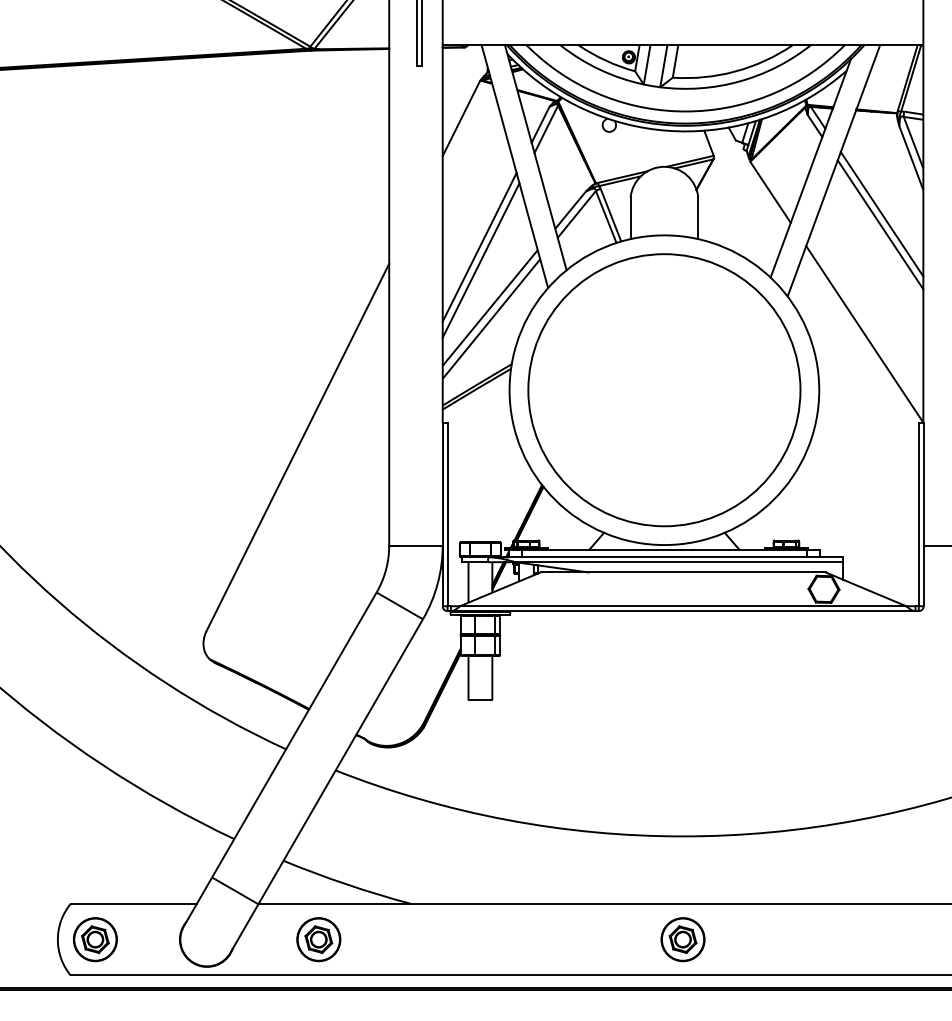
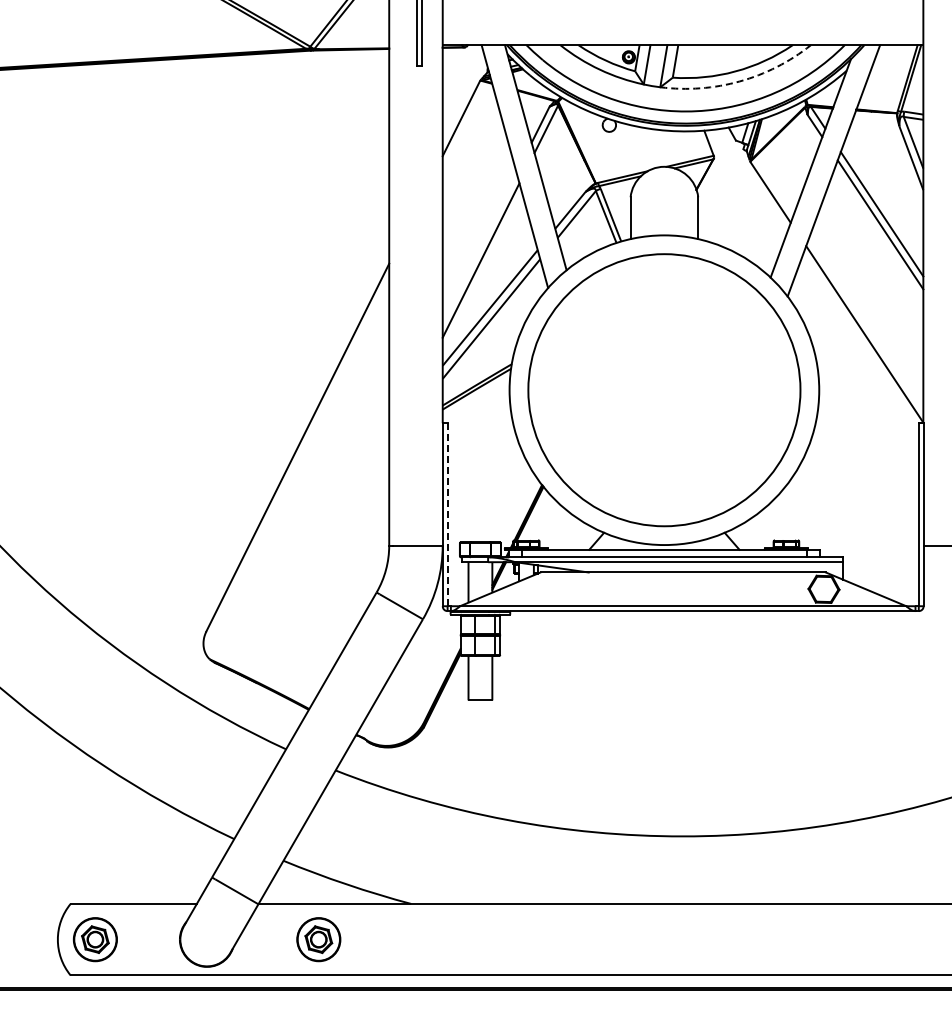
arc at (739, 81): solid -> dashed
line at (479, 247): present -> none
line at (447, 514): solid -> dashed
part at (682, 939): present -> none
